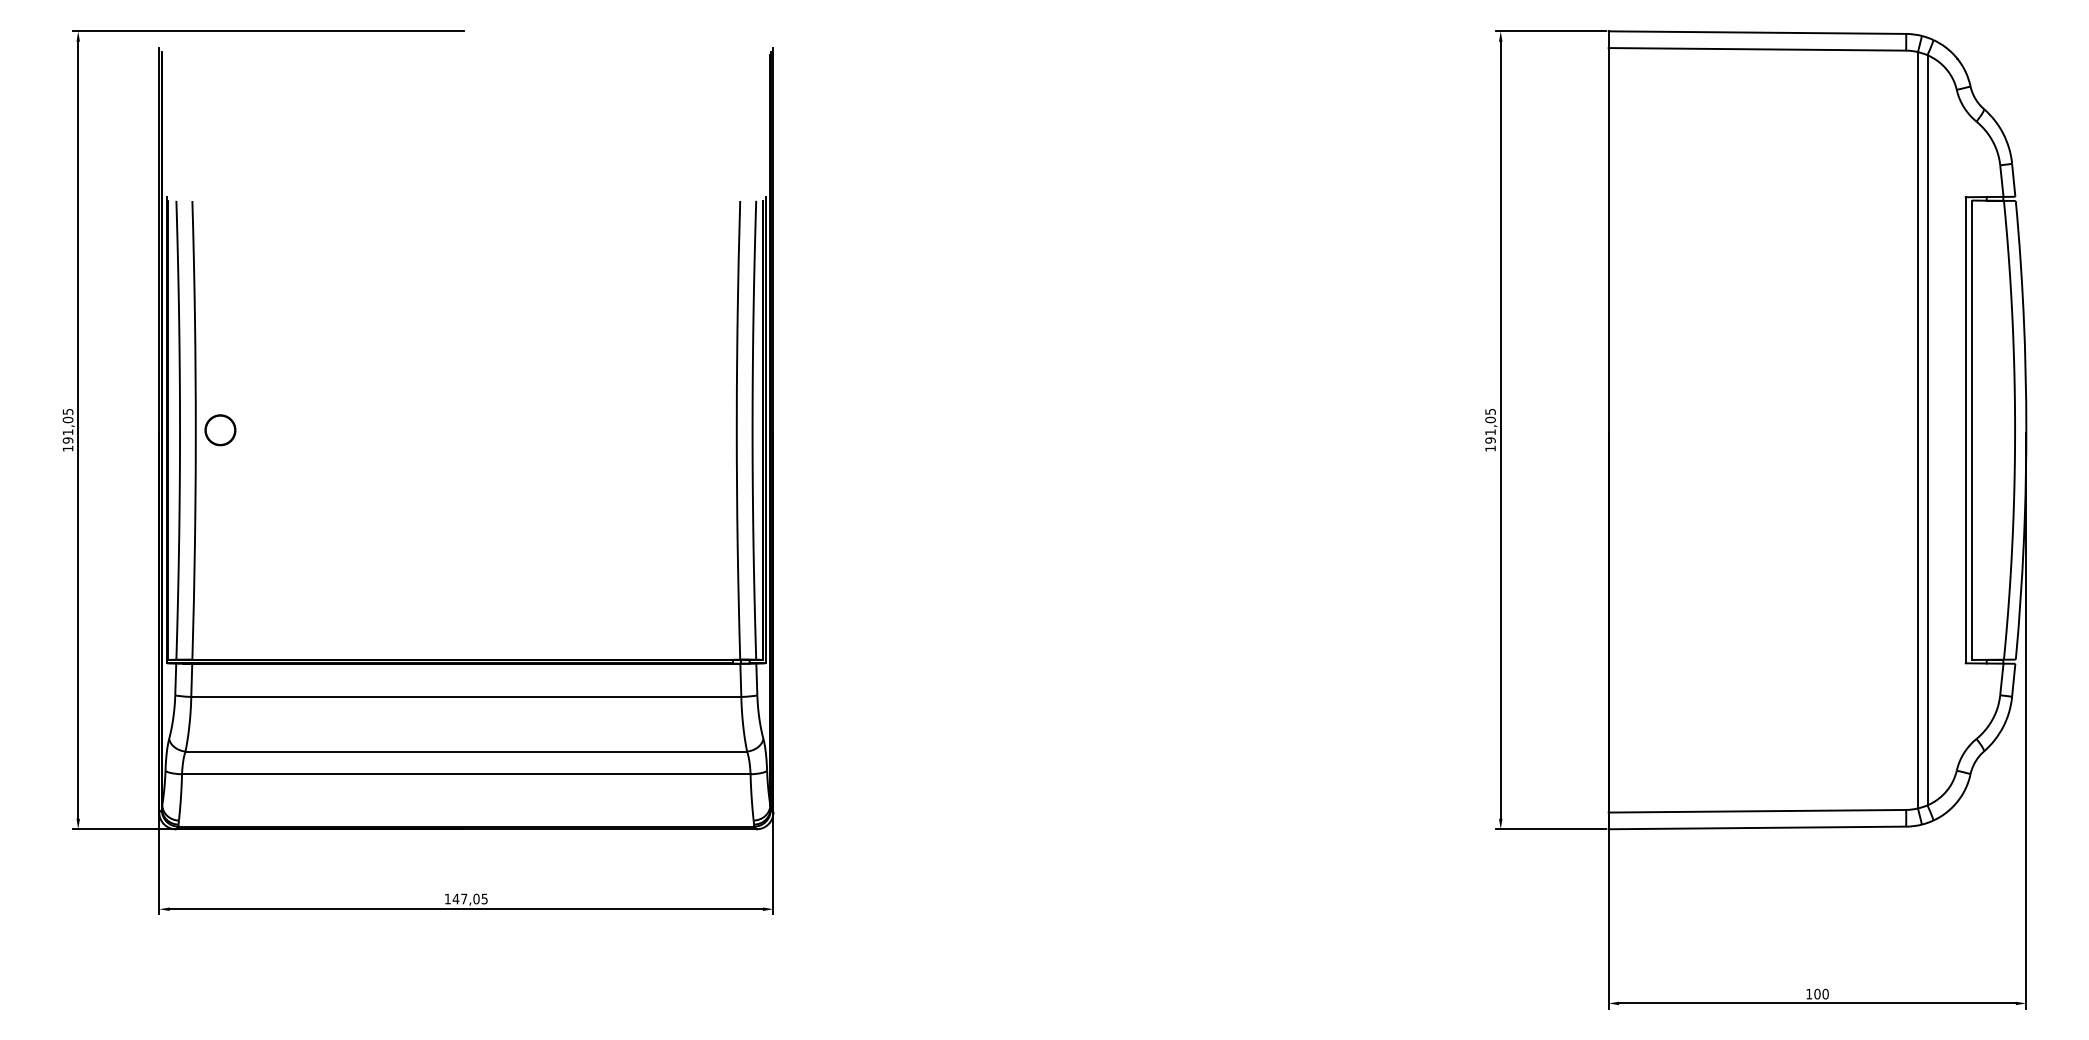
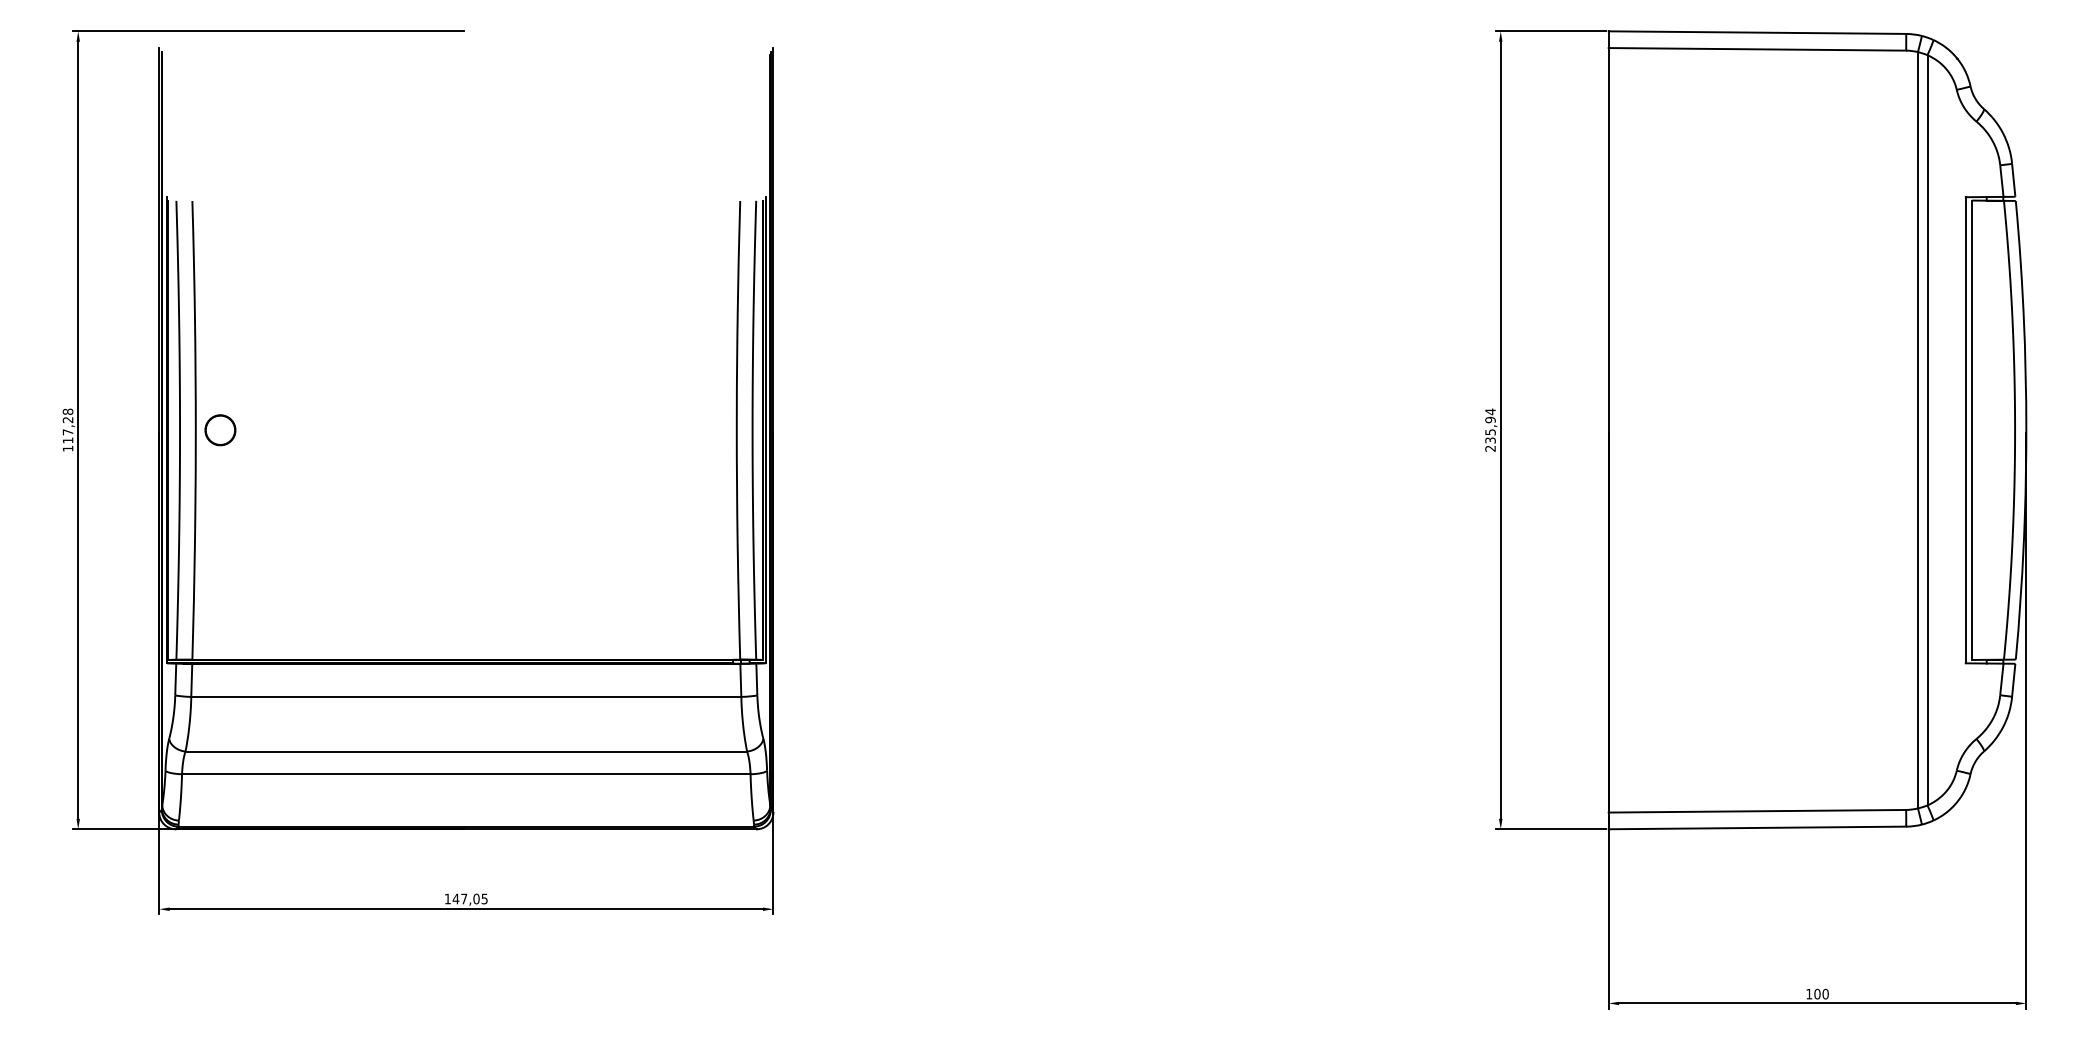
text at (67, 425): 191,05 -> 117,28
text at (1490, 429): 191,05 -> 235,94
